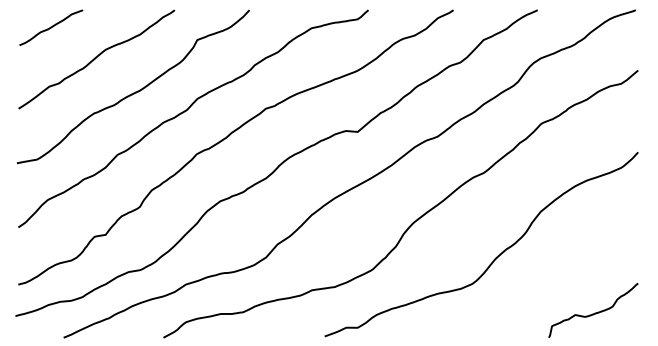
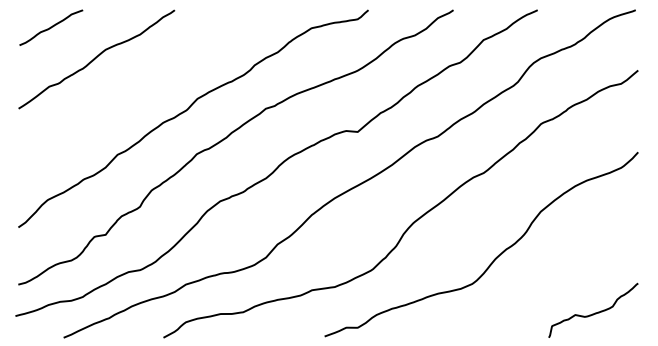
curve at (135, 91): present -> none
